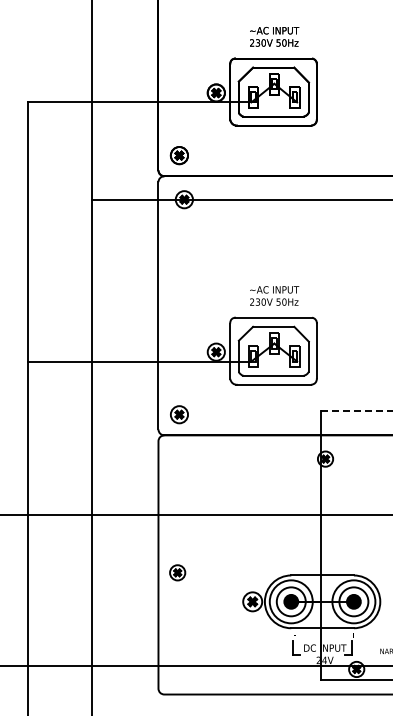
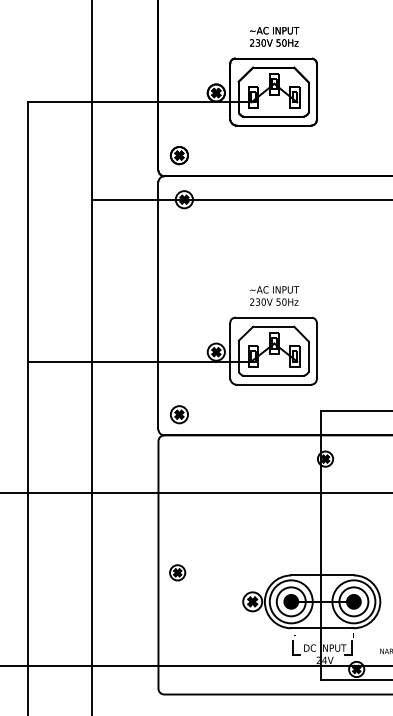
line at (356, 411): dashed -> solid
line at (195, 515) position: (195, 515) -> (195, 493)
